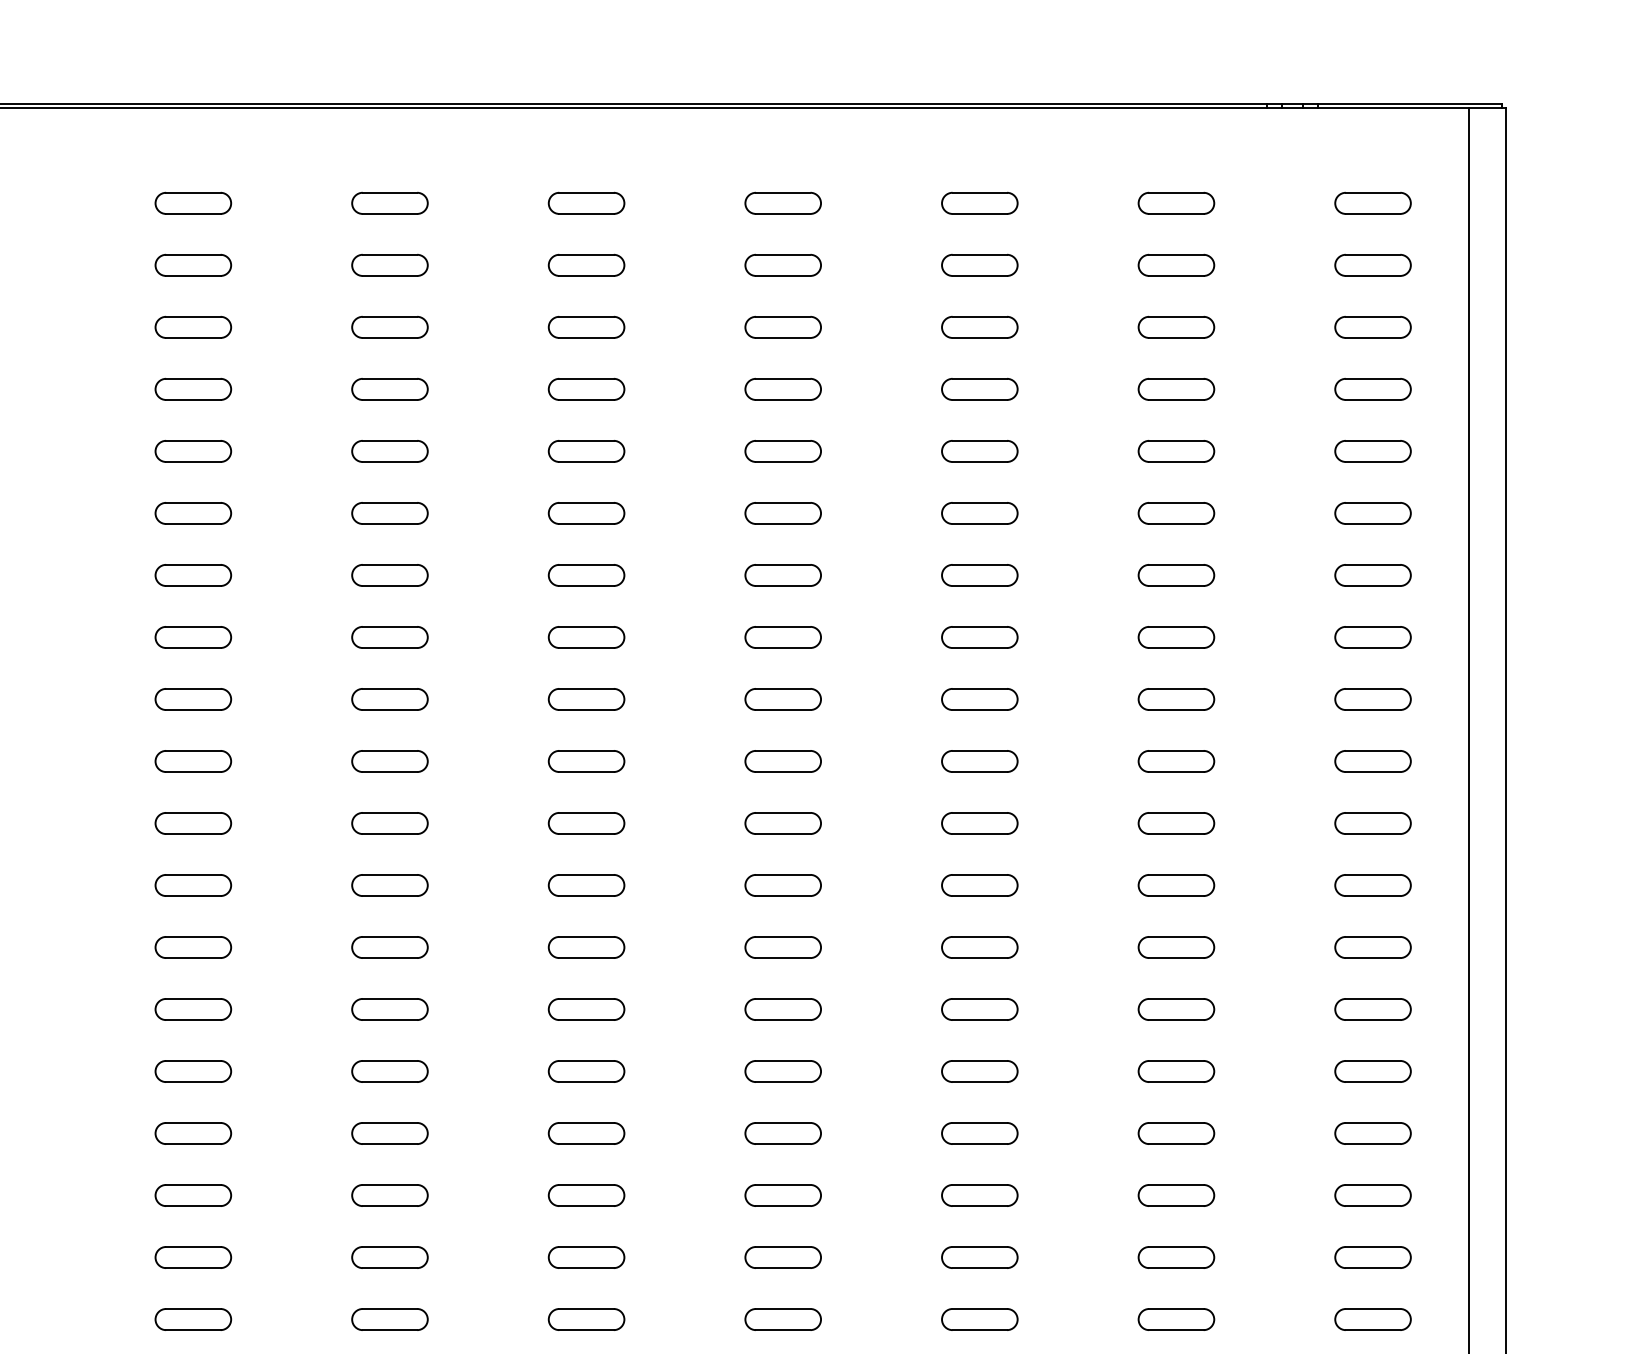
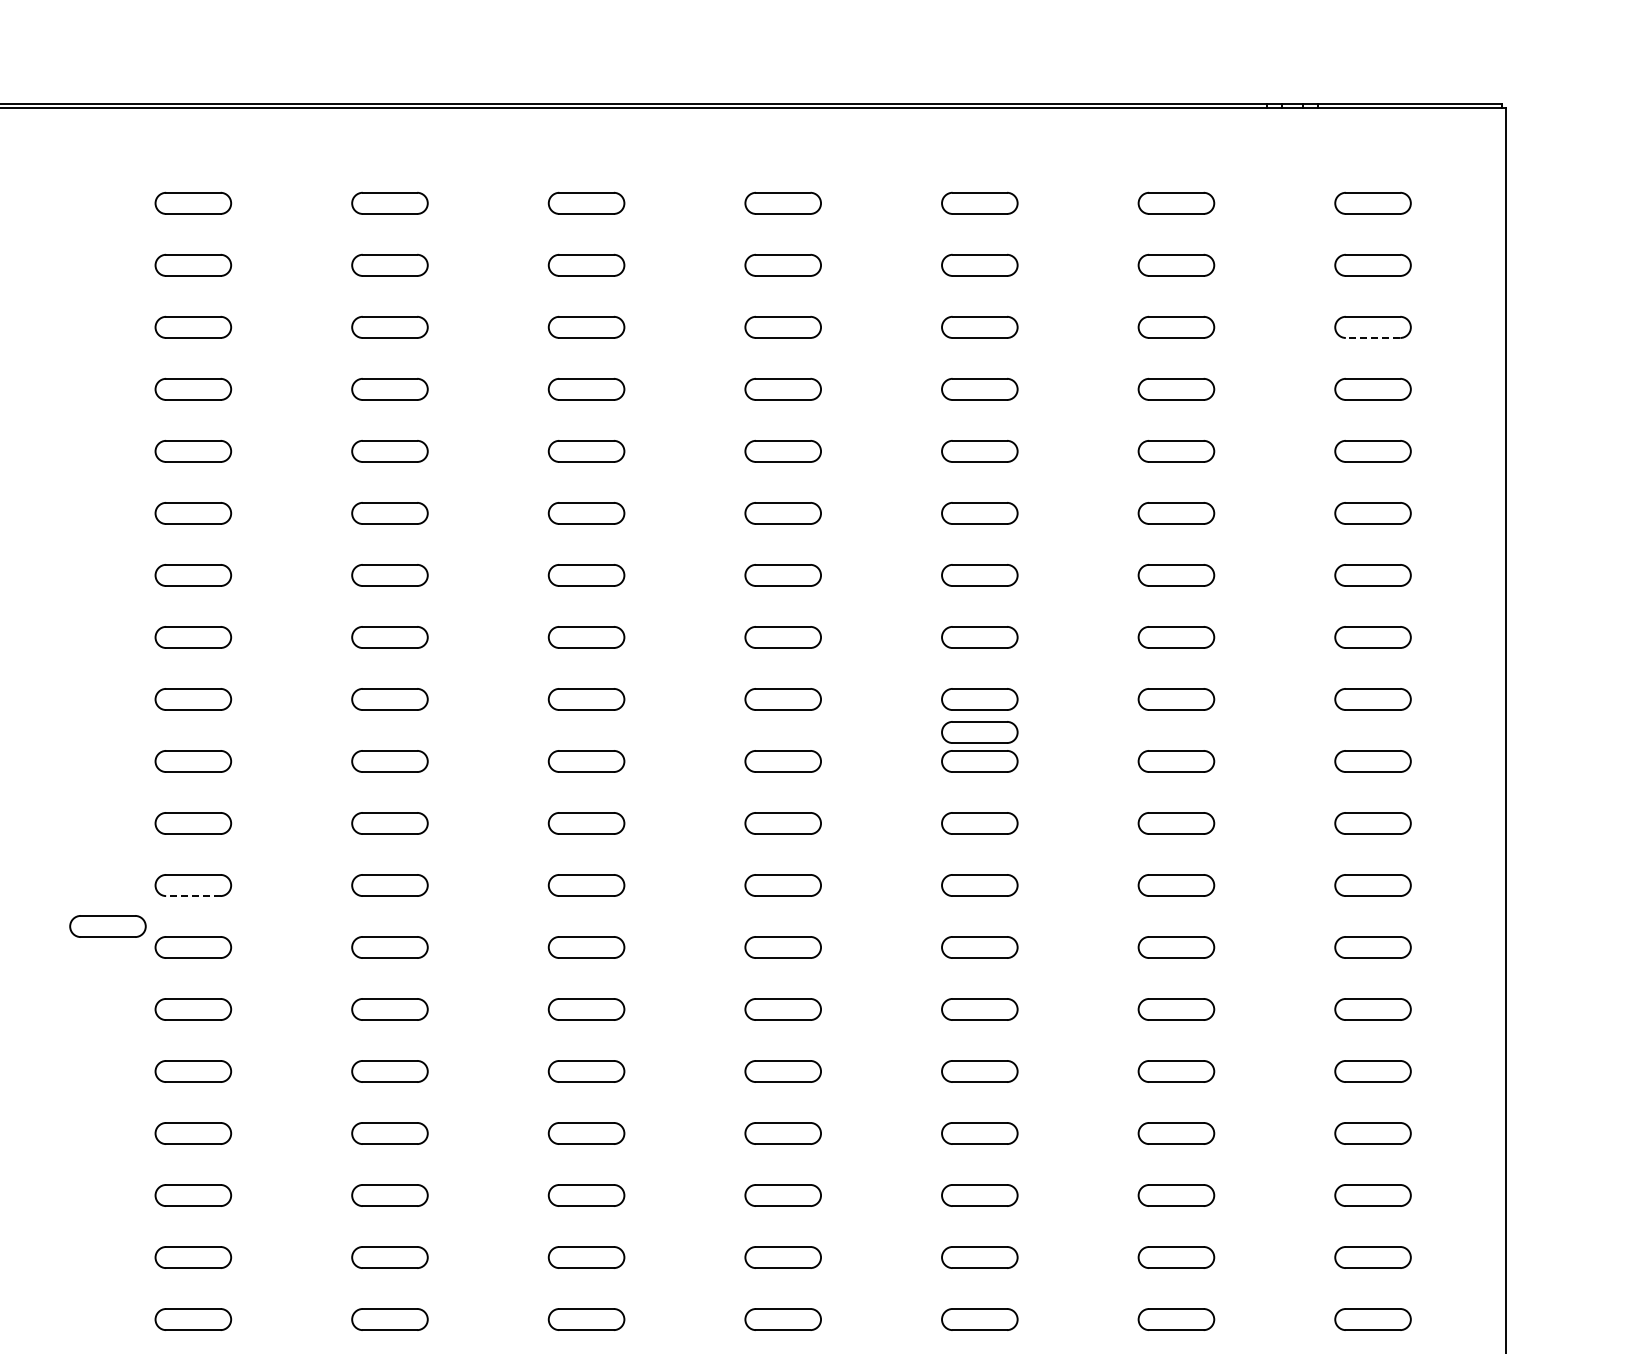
line at (1372, 337): solid -> dashed
line at (1469, 728): present -> none
part at (979, 732): none -> present
line at (192, 896): solid -> dashed
part at (107, 926): none -> present
